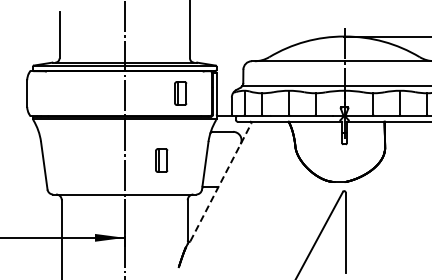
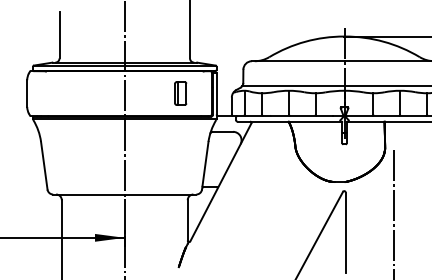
part at (161, 160): present -> none
line at (221, 182): dashed -> solid
line at (394, 213): none -> present
